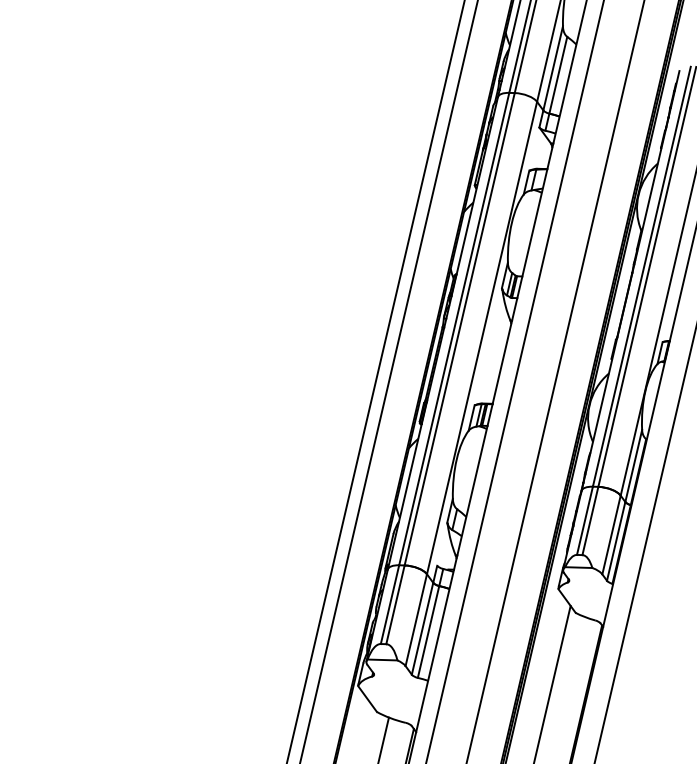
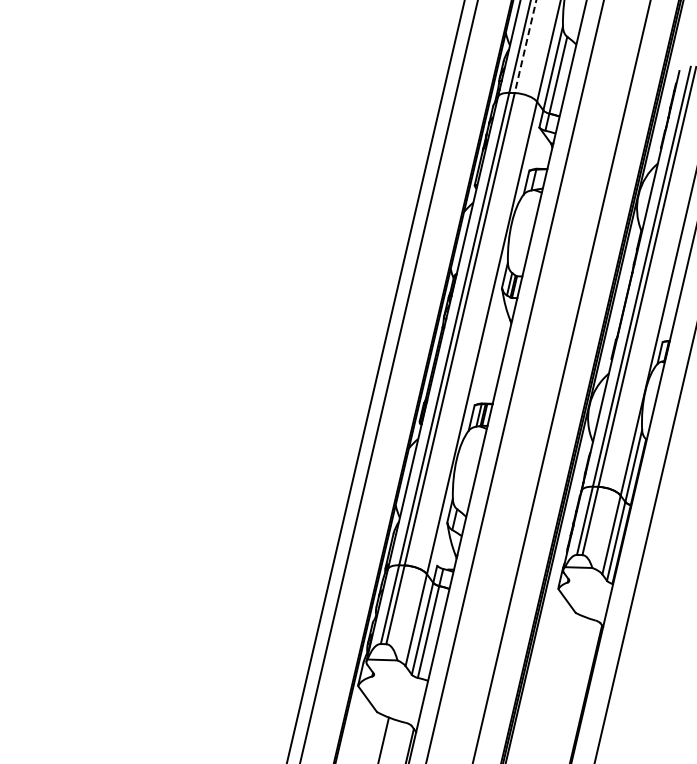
line at (525, 47): solid -> dashed
line at (555, 381) position: (555, 381) -> (561, 381)
line at (552, 682): present -> none
